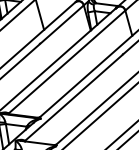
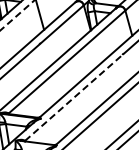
line at (17, 15): solid -> dashed
line at (73, 97): solid -> dashed
